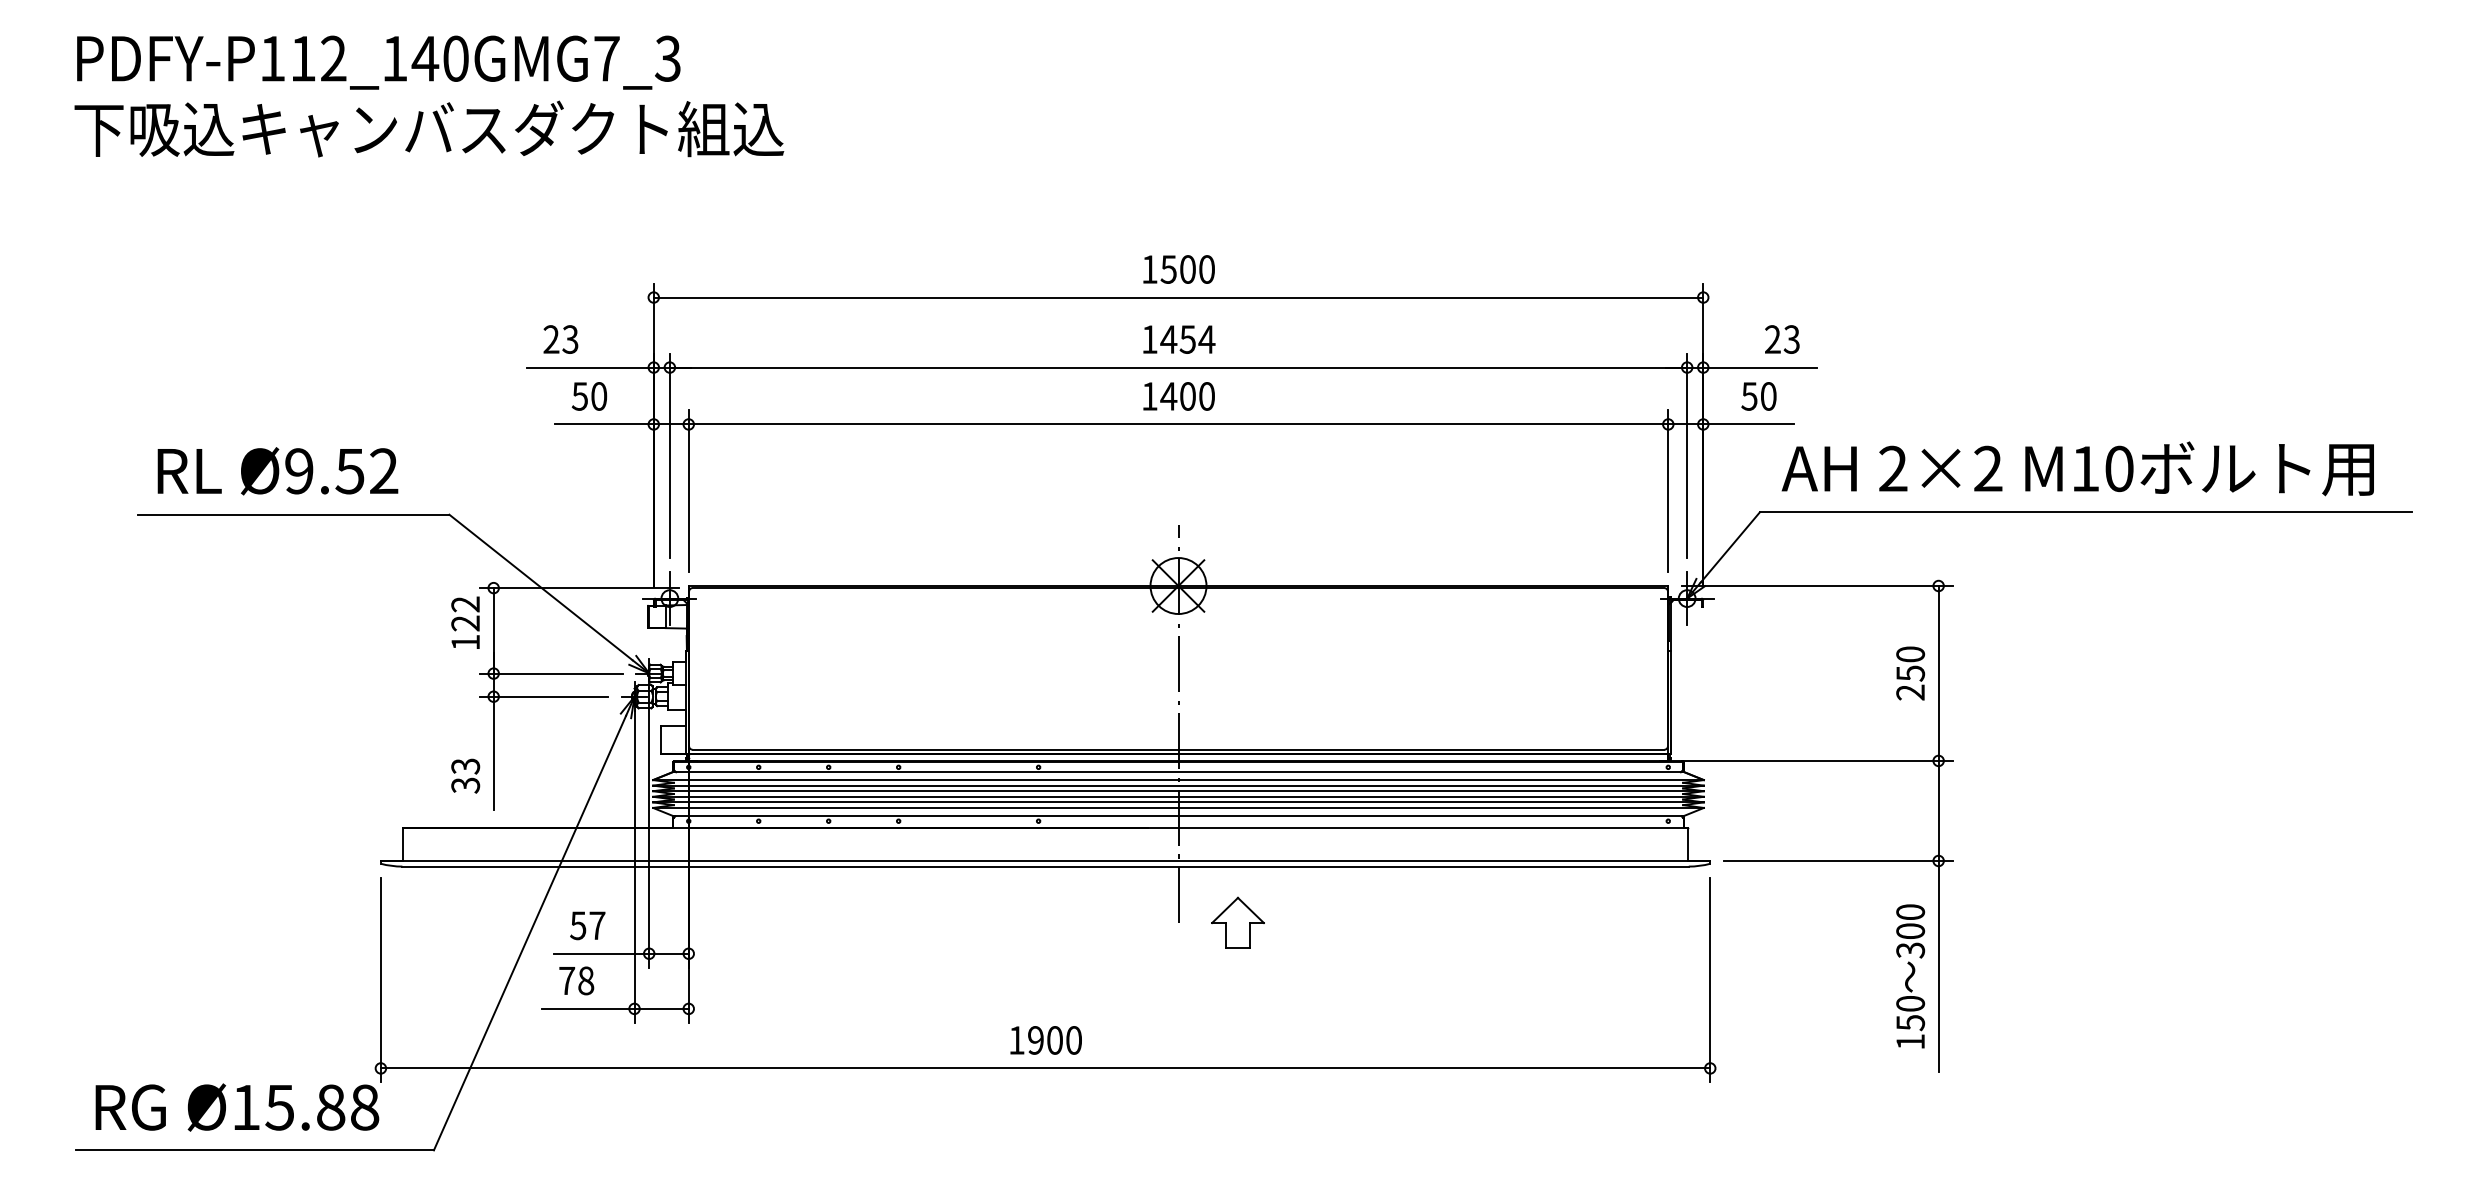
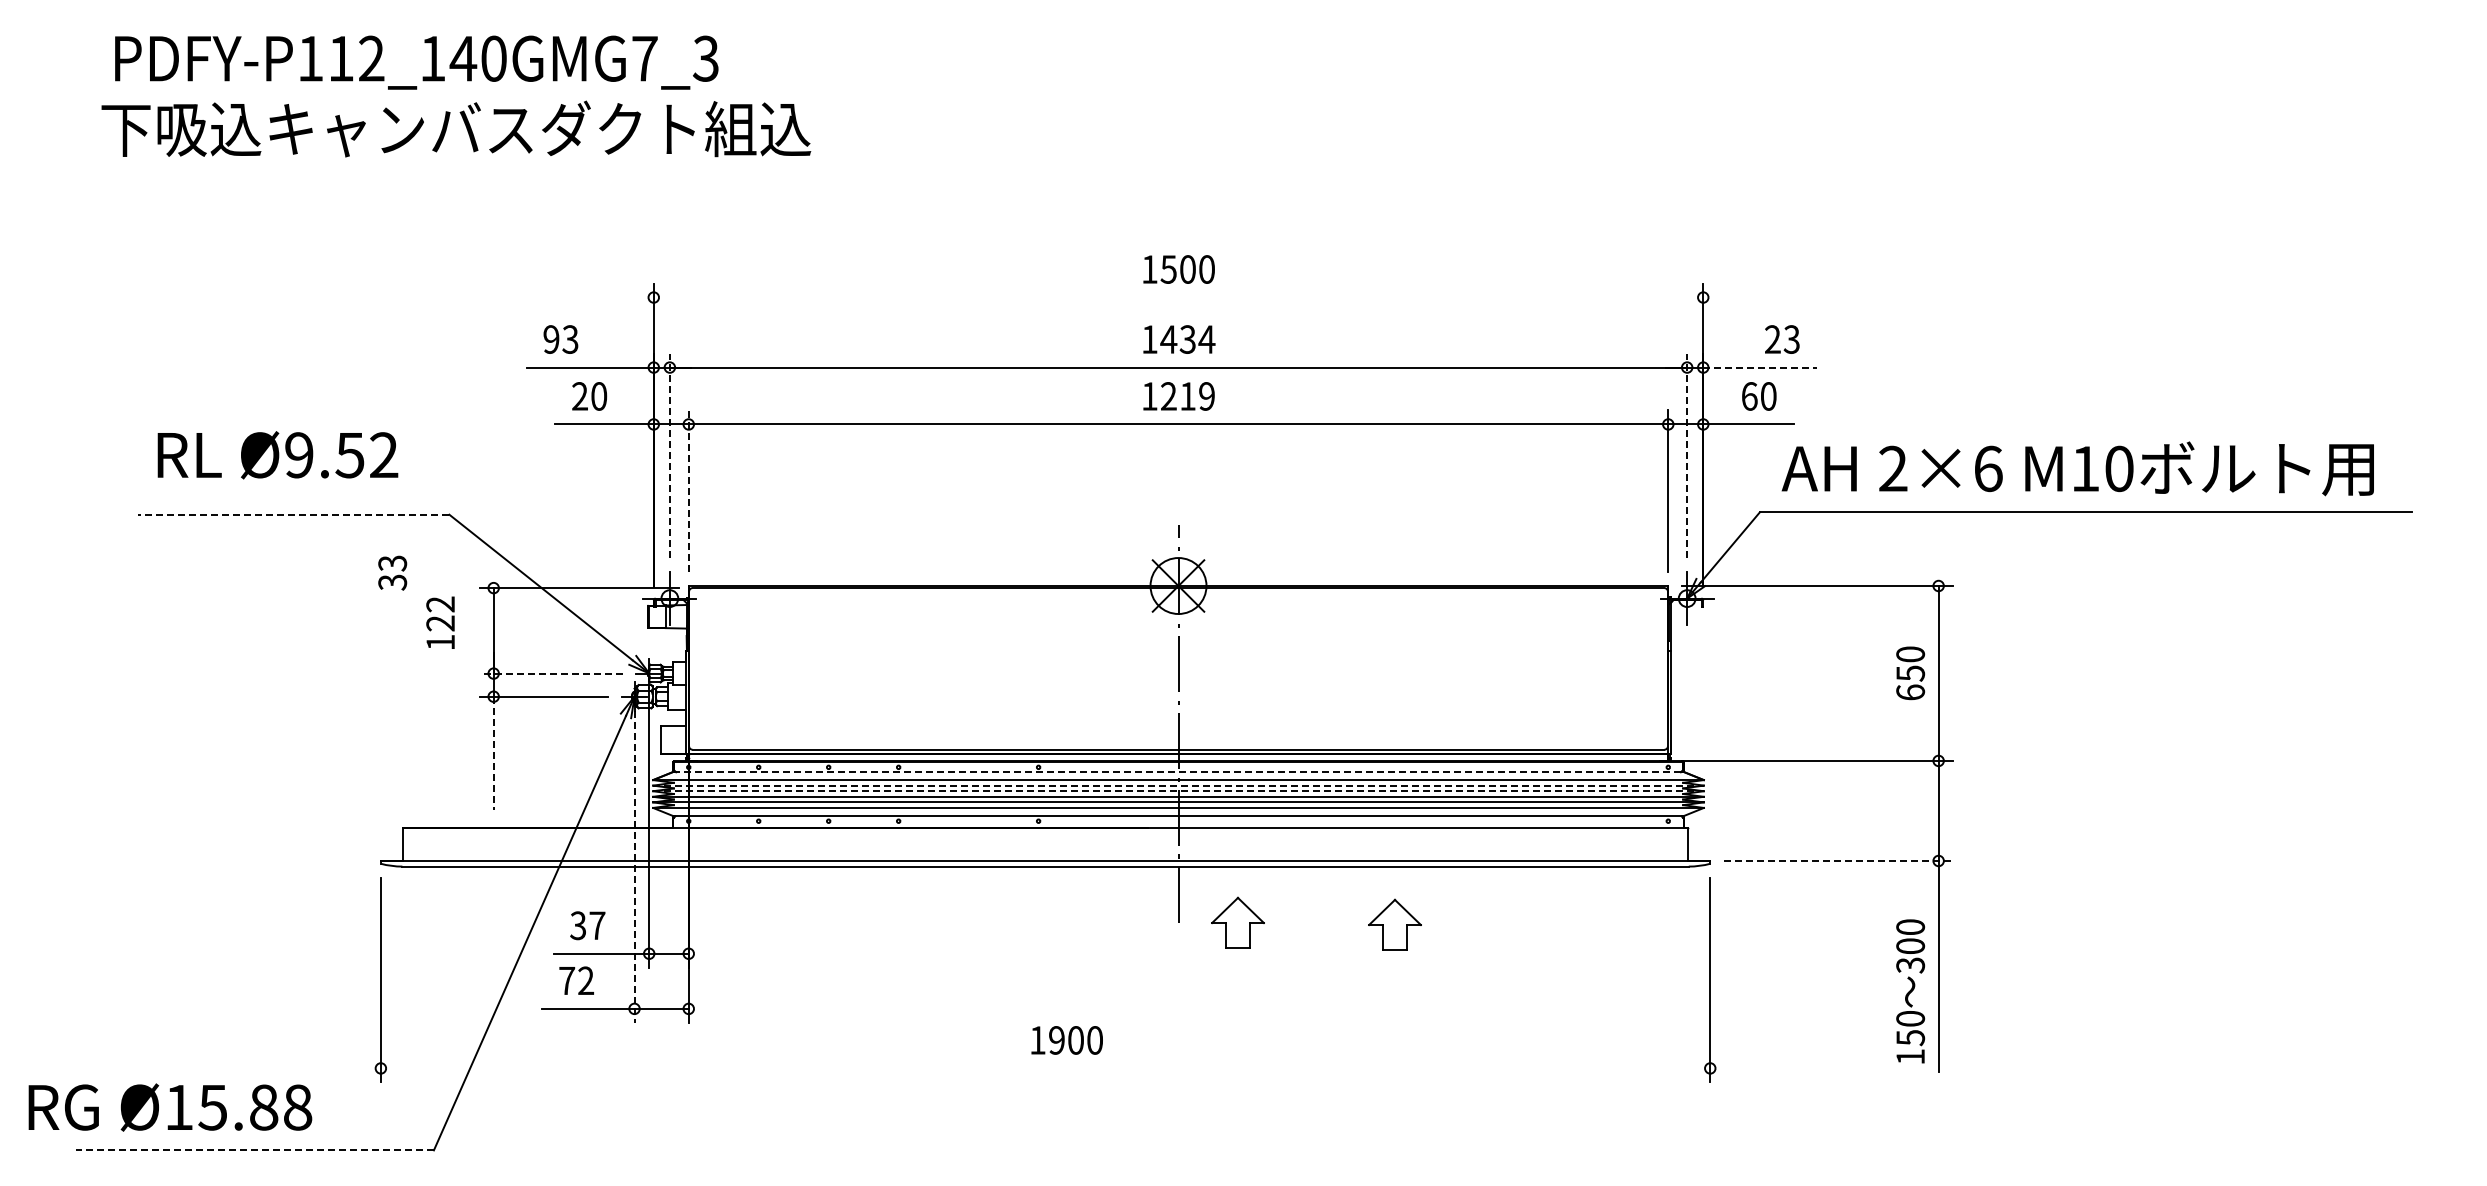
text at (378, 62) position: (378, 62) -> (416, 62)
text at (429, 128) position: (429, 128) -> (456, 128)
line at (1178, 297): present -> none
text at (551, 339): 23 -> 93
text at (1187, 339): 1454 -> 1434
line at (1760, 367): solid -> dashed
text at (579, 396): 50 -> 20
text at (1187, 396): 1400 -> 1219
text at (1749, 396): 50 -> 60
line at (669, 455): solid -> dashed
line at (1687, 455): solid -> dashed
text at (1988, 468): 2×2 -> 2×6
text at (277, 471) position: (277, 471) -> (277, 455)
line at (688, 491): solid -> dashed
line at (293, 514): solid -> dashed
text at (465, 622) position: (465, 622) -> (440, 622)
line at (550, 673): solid -> dashed
text at (1910, 692): 250 -> 650
line at (493, 753): solid -> dashed
line at (1178, 772): solid -> dashed
text at (465, 775) position: (465, 775) -> (392, 572)
line at (1179, 785): solid -> dashed
line at (1179, 791): solid -> dashed
line at (1838, 860): solid -> dashed
line at (634, 867): solid -> dashed
part at (1394, 924): none -> present
text at (578, 925): 57 -> 37
text at (1910, 976) position: (1910, 976) -> (1910, 991)
text at (586, 980): 78 -> 72
text at (1045, 1040) position: (1045, 1040) -> (1066, 1040)
line at (1045, 1068): present -> none
text at (237, 1107) position: (237, 1107) -> (170, 1107)
line at (255, 1150): solid -> dashed
